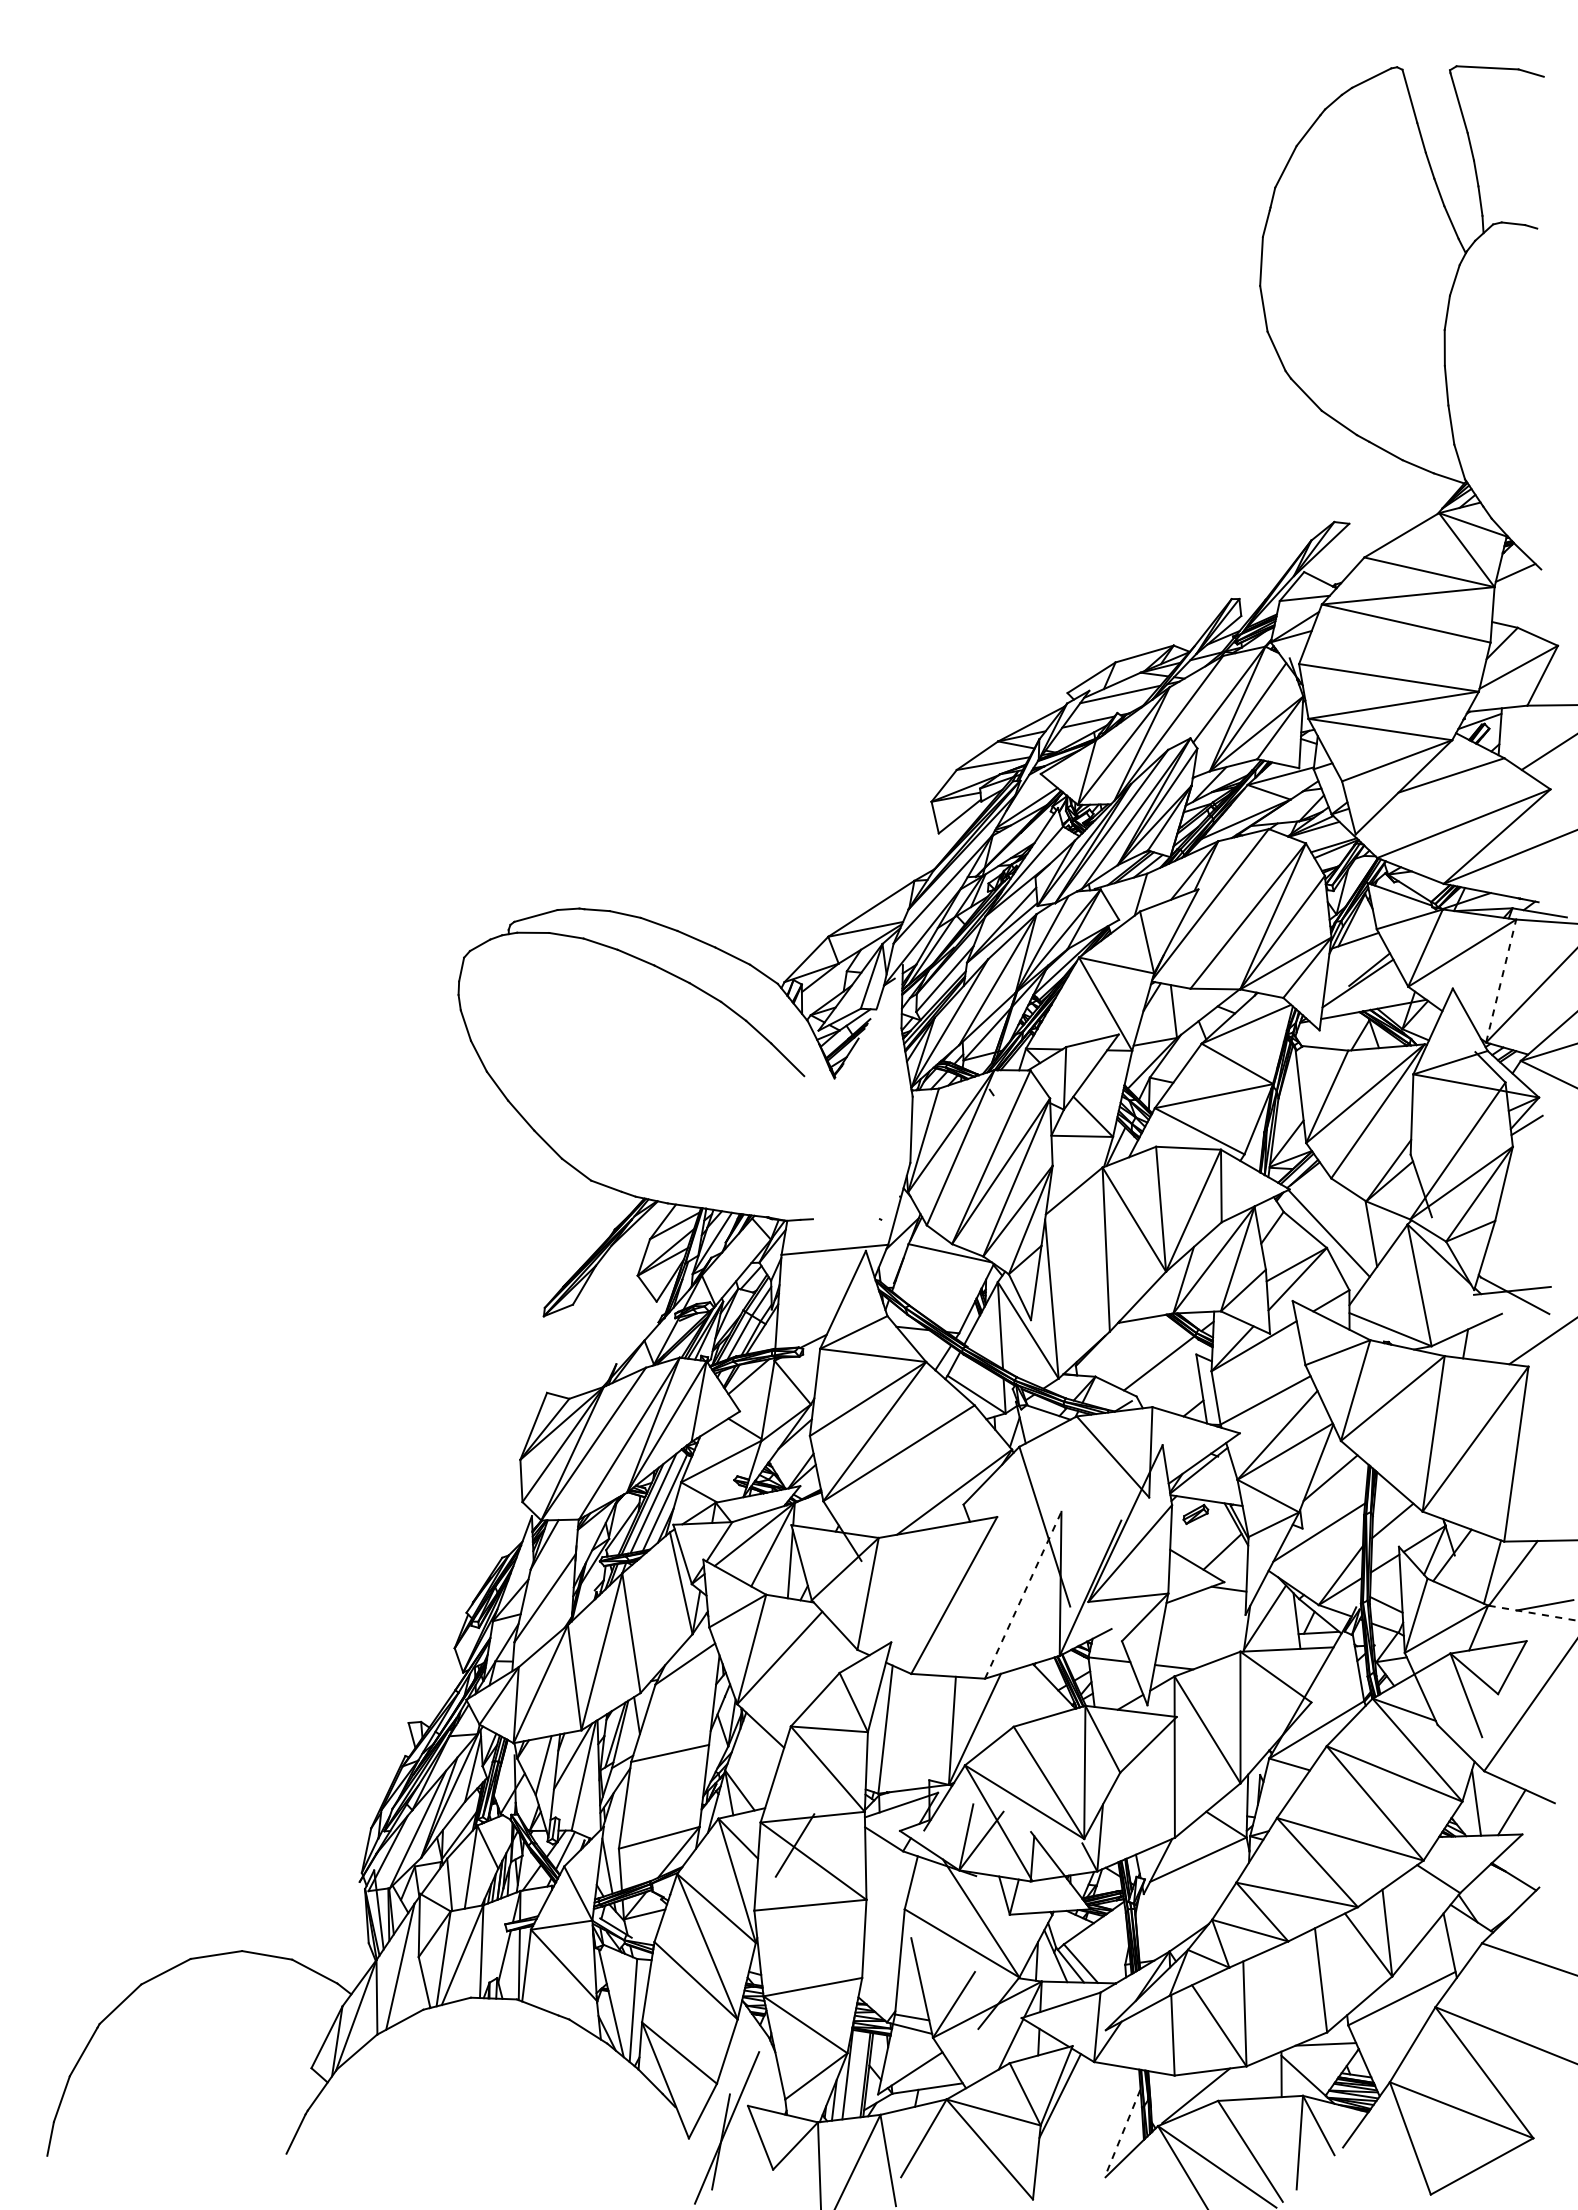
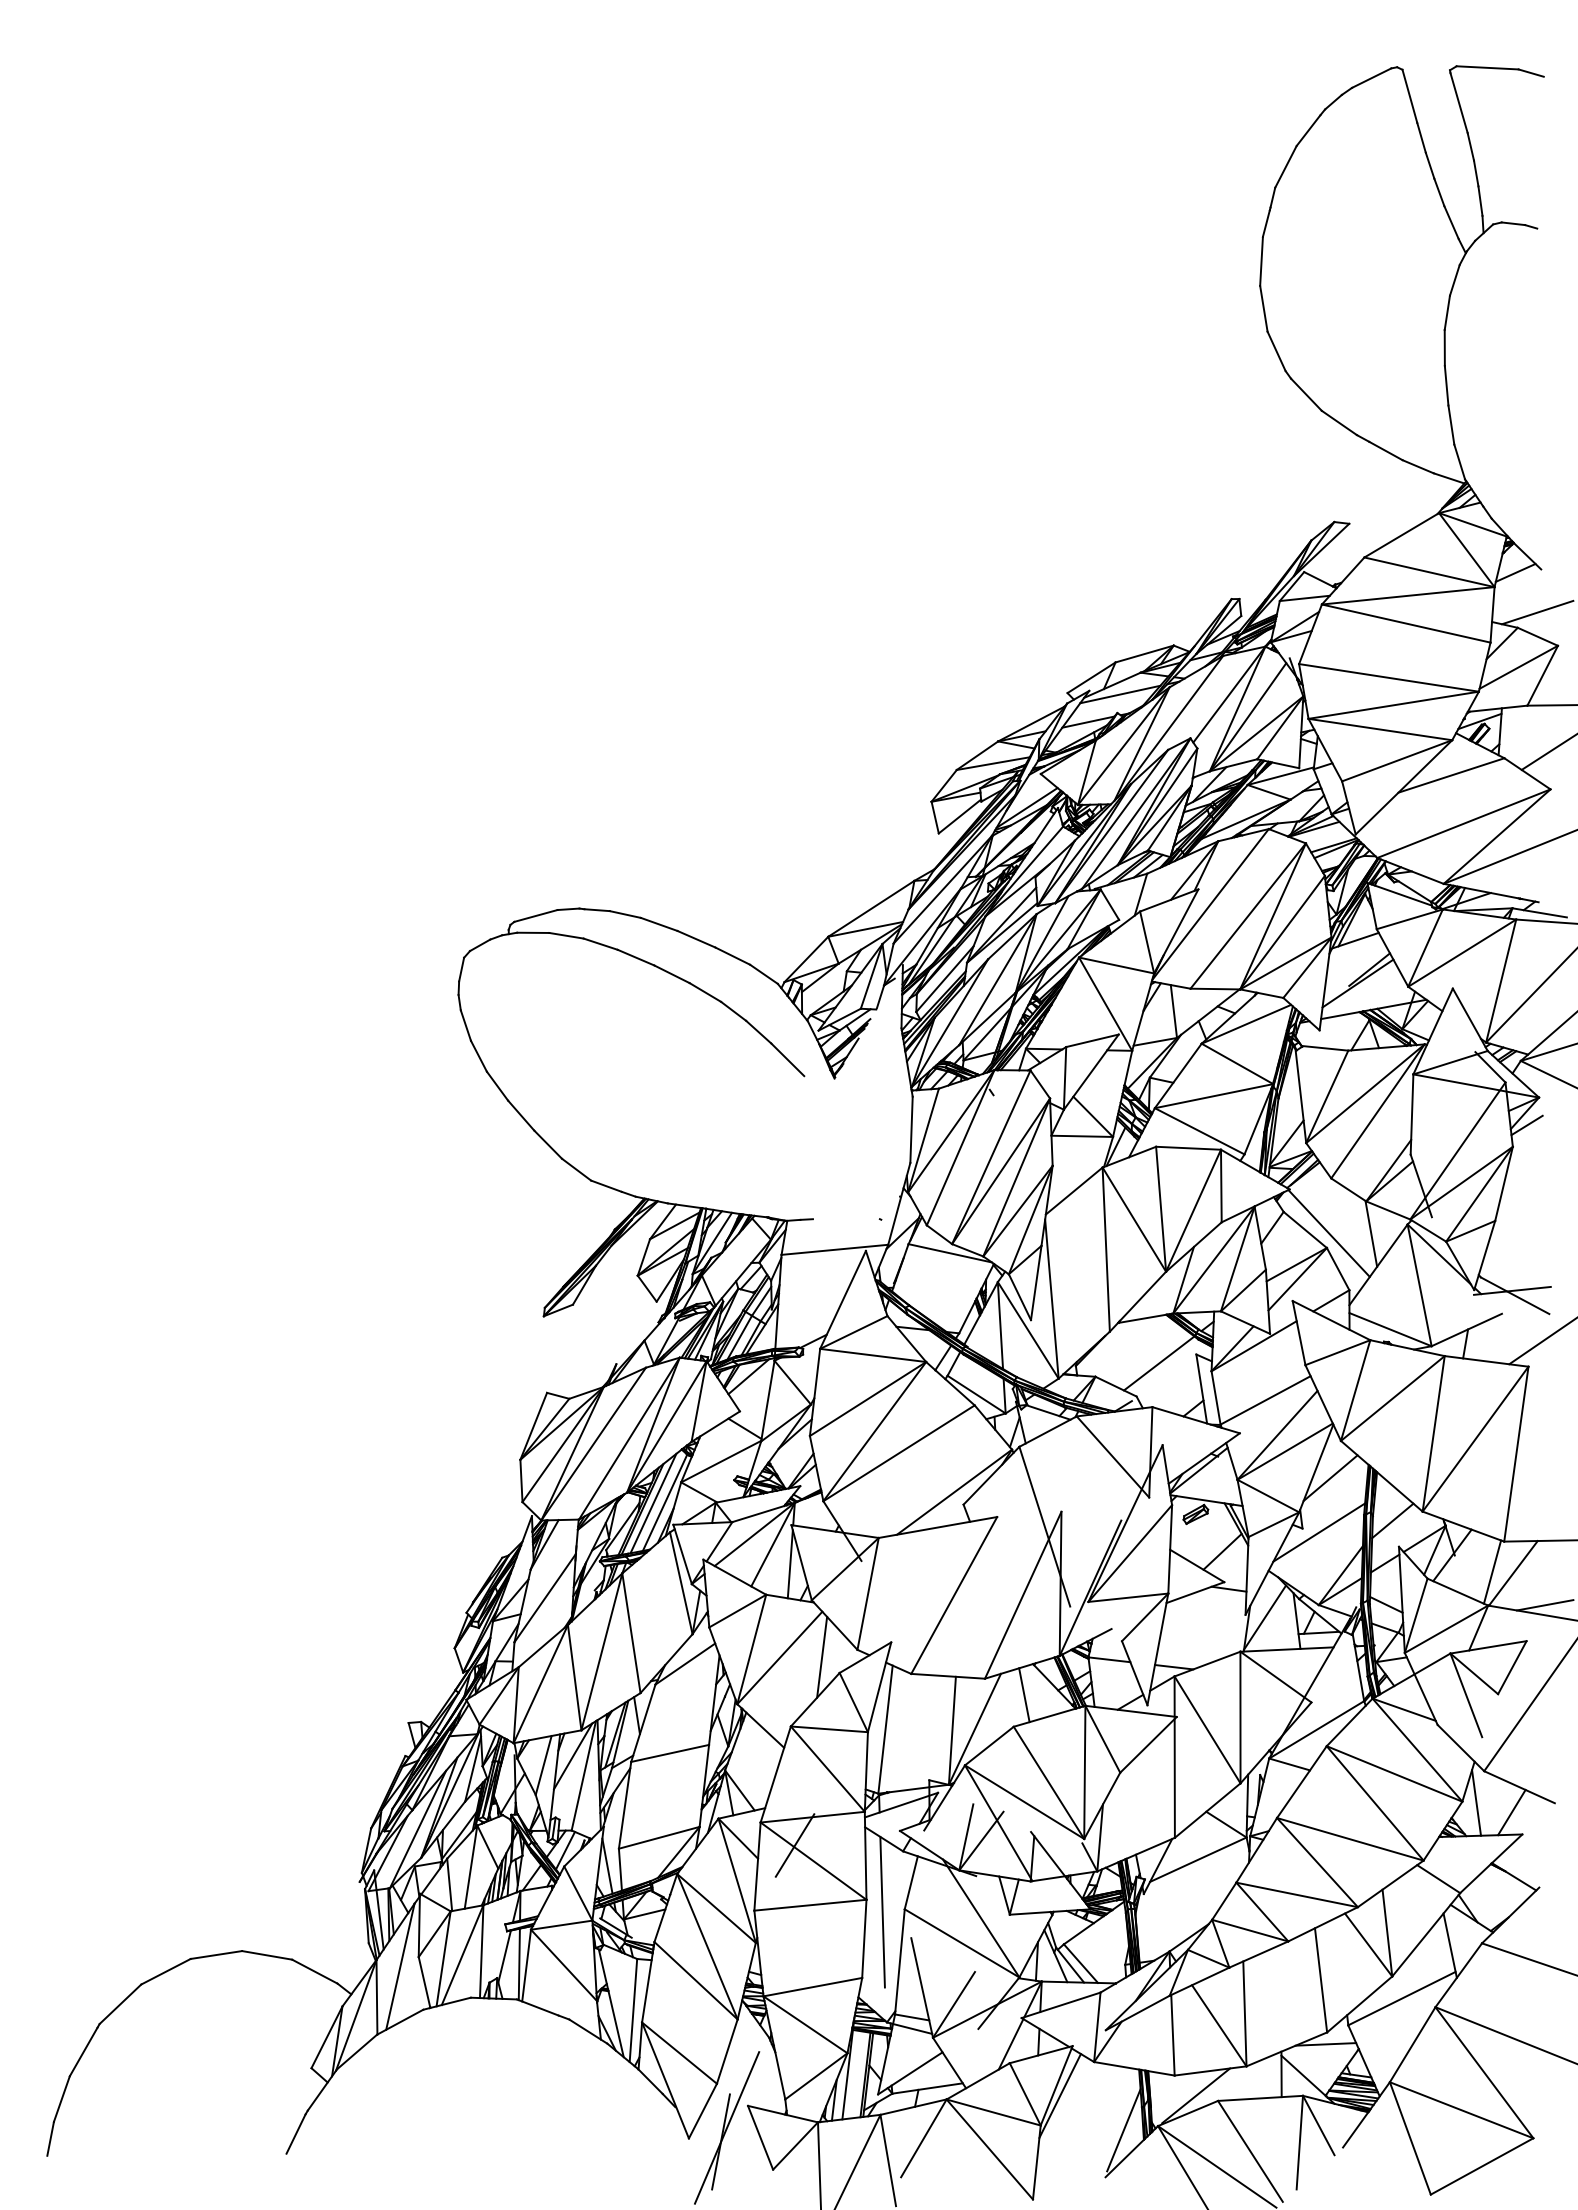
line at (1537, 612): none -> present
line at (1501, 980): dashed -> solid
line at (1023, 1595): dashed -> solid
line at (1532, 1613): dashed -> solid
line at (822, 1656): none -> present
line at (1024, 1695): none -> present
line at (882, 1911): none -> present
line at (1124, 2129): dashed -> solid
